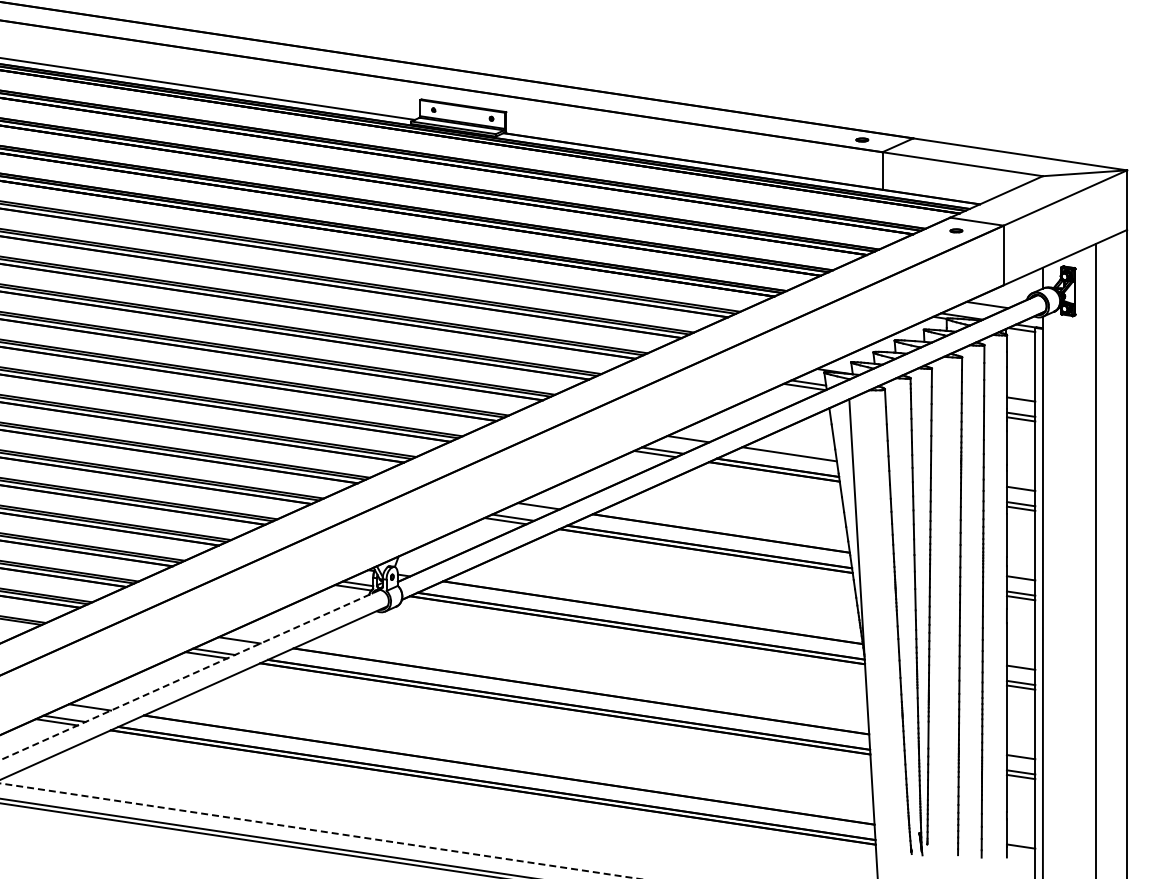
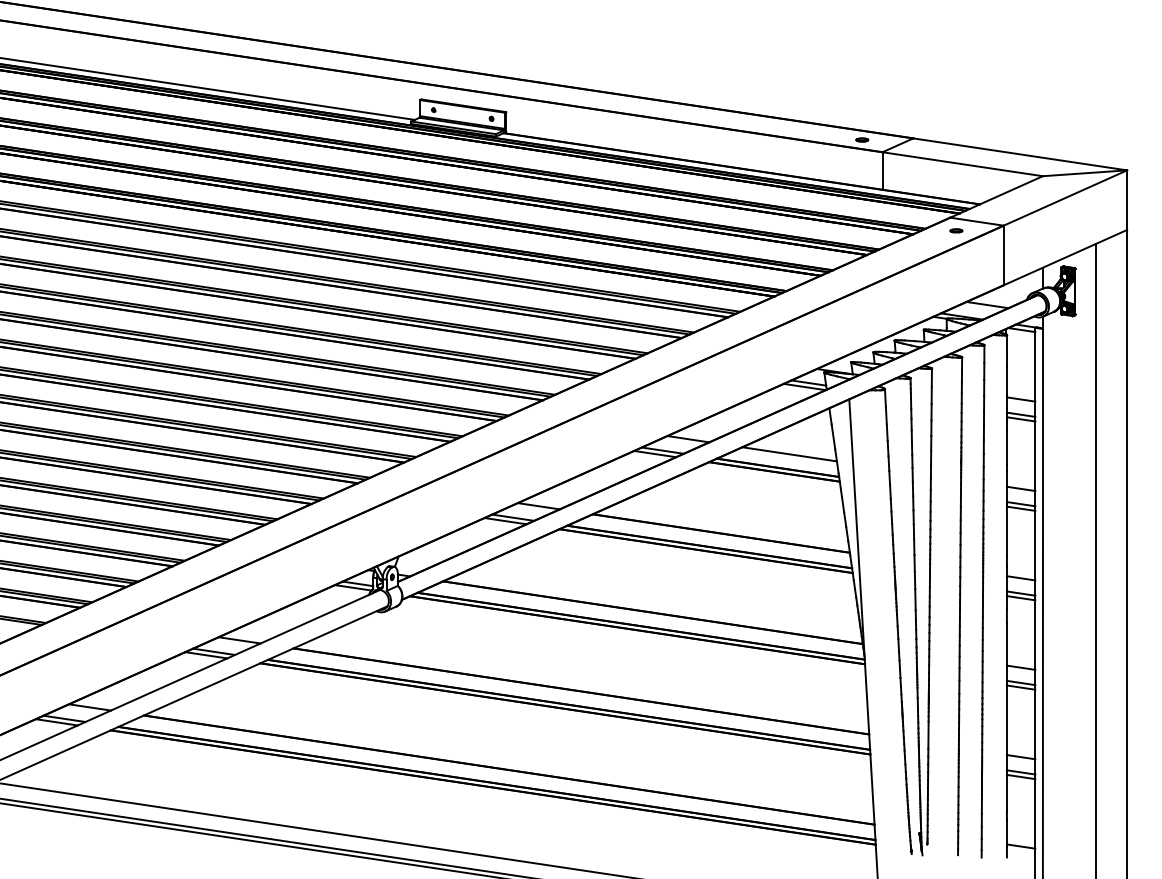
line at (189, 675): dashed -> solid
line at (320, 831): dashed -> solid
